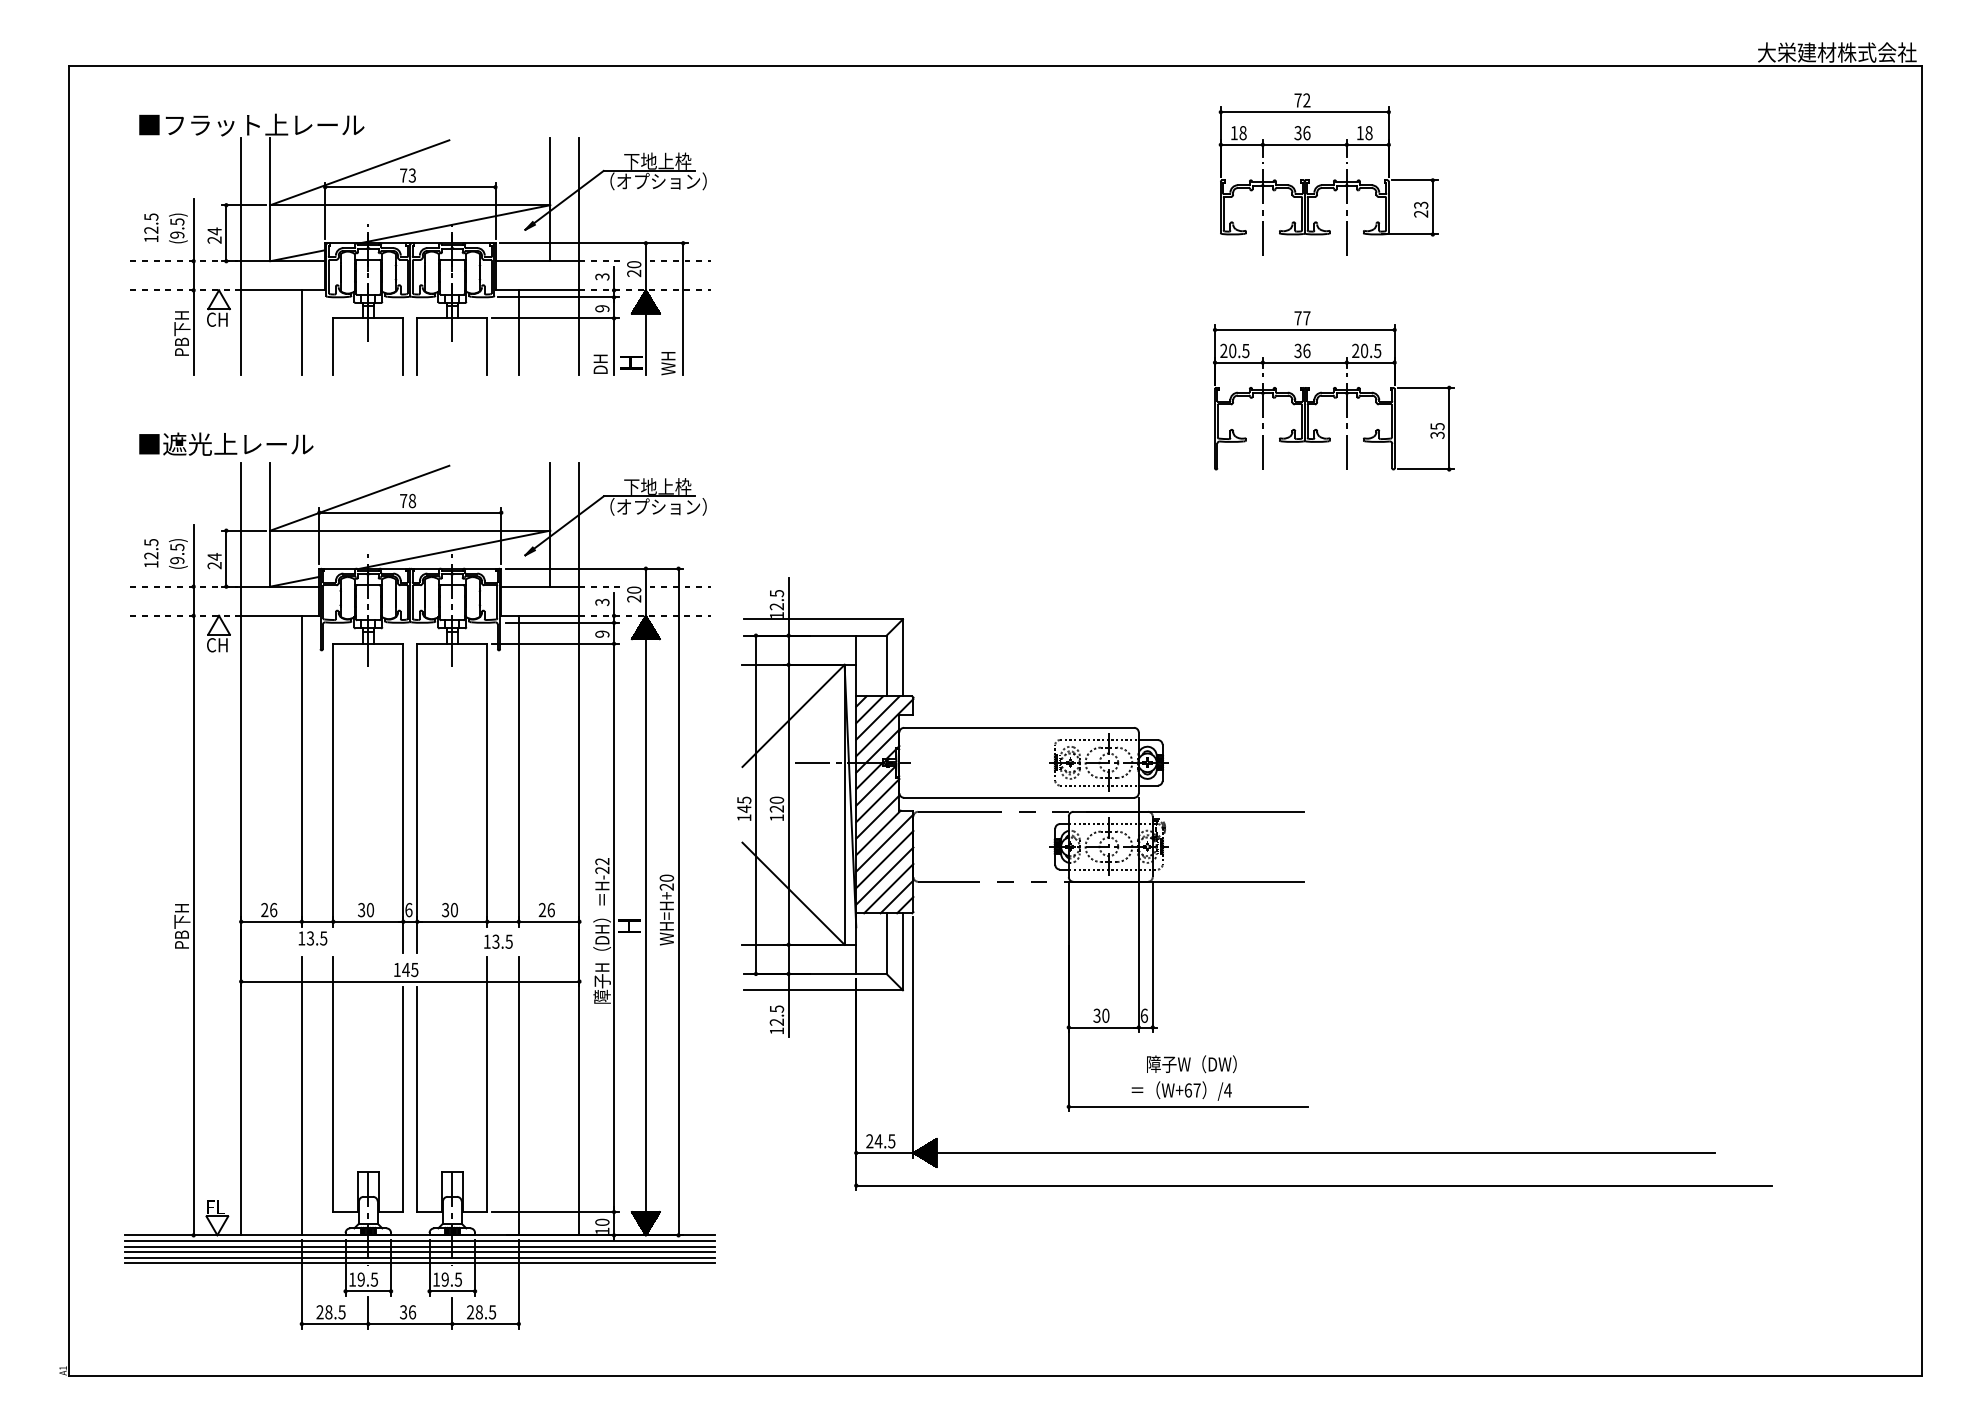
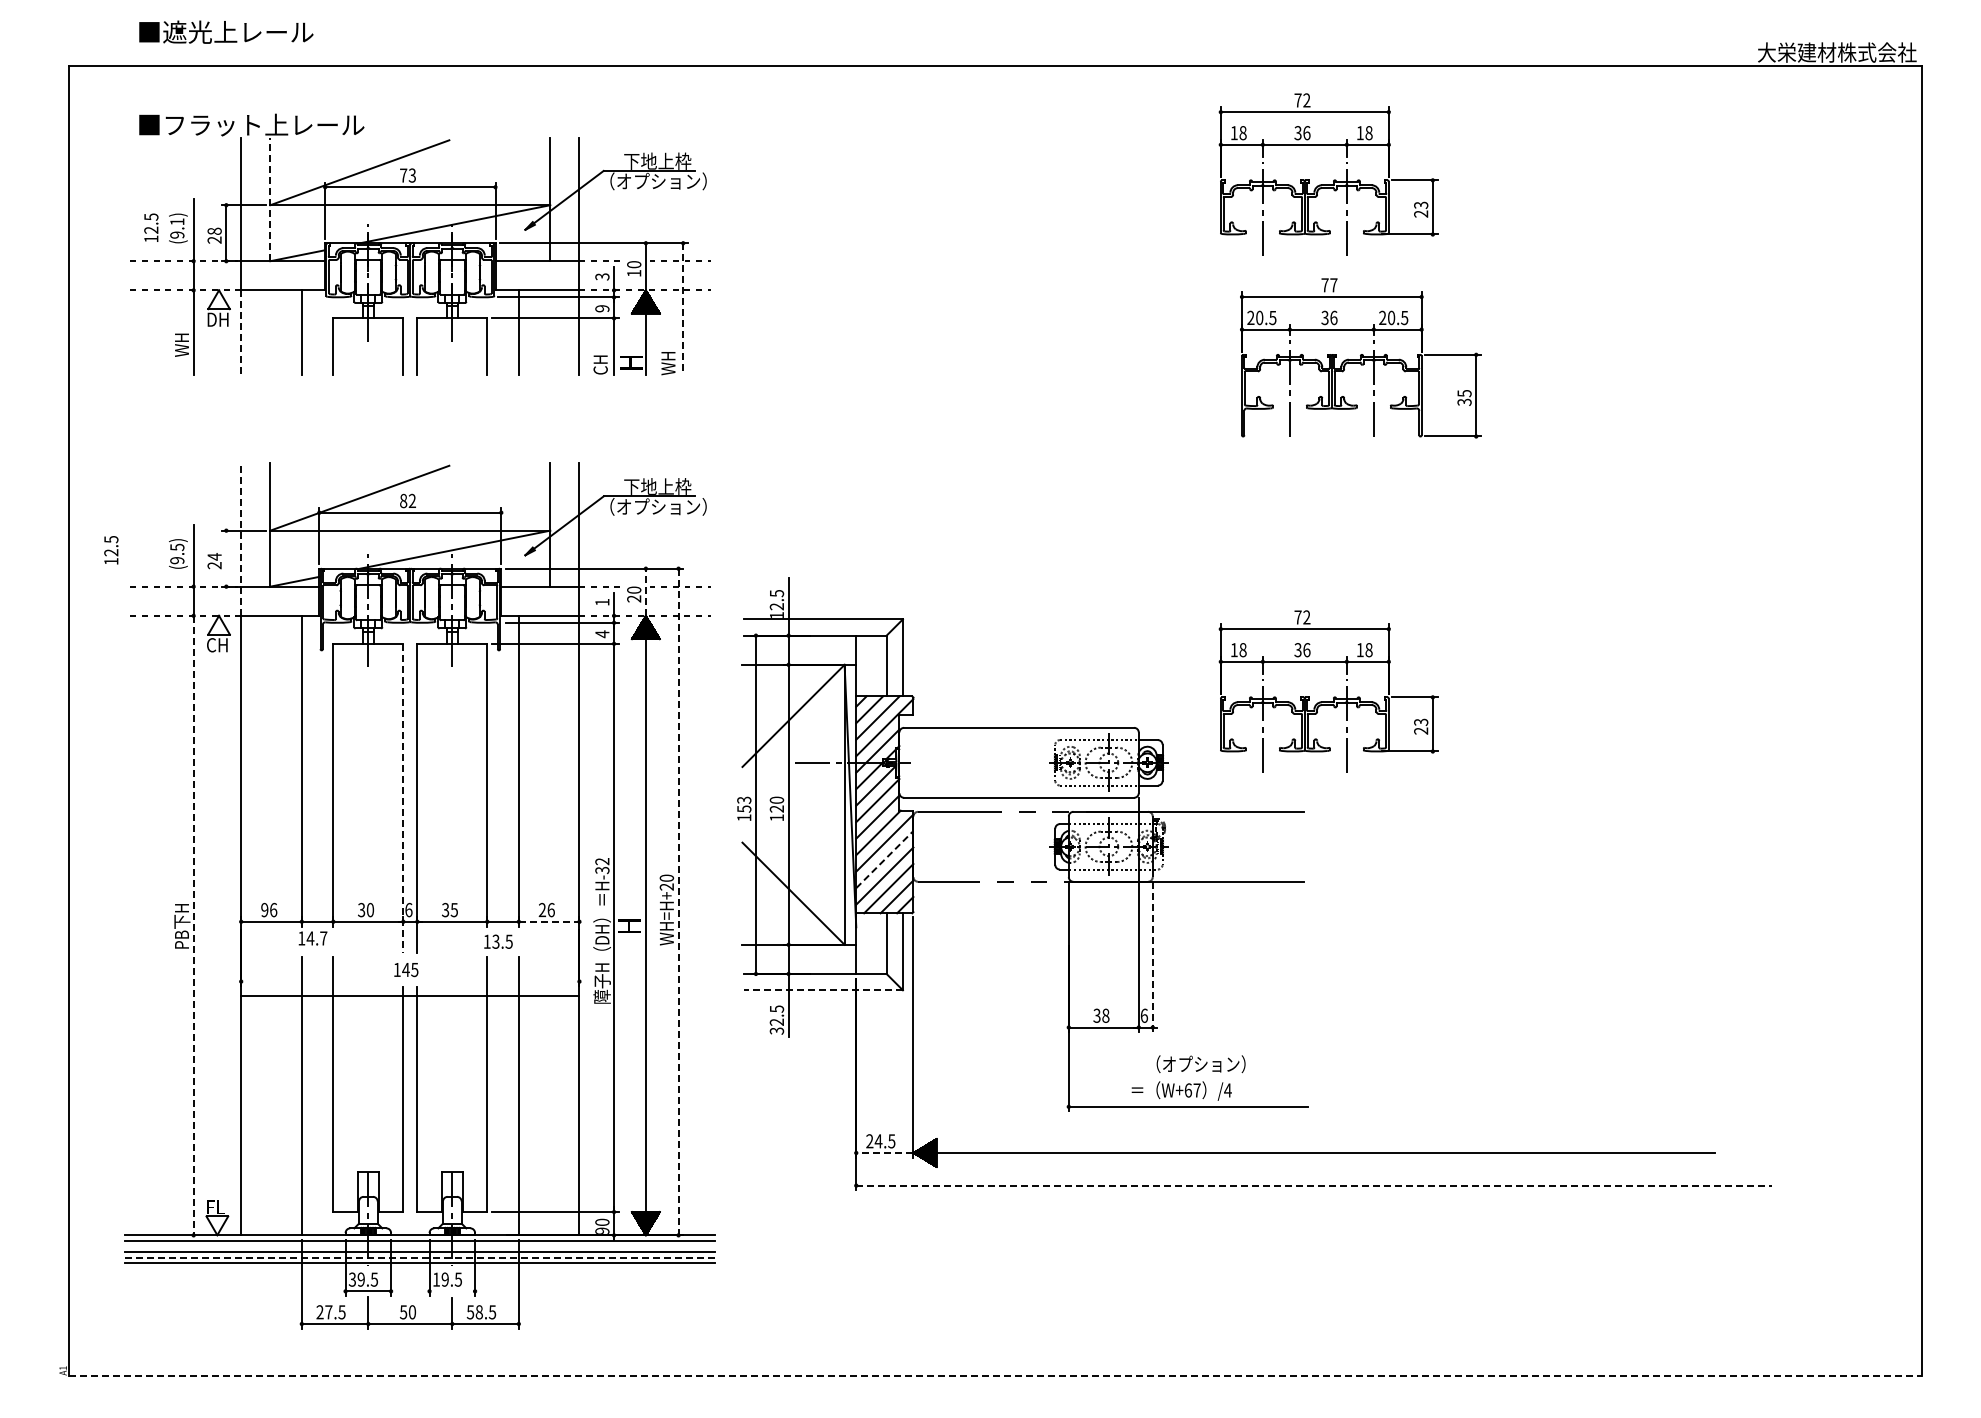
line at (270, 199): solid -> dashed
text at (177, 221): (9.5) -> (9.1)
text at (214, 231): 24 -> 28
text at (634, 273): 20 -> 10
line at (683, 309): solid -> dashed
text at (217, 319): CH -> DH
text at (182, 333): PB下H -> WH
line at (241, 333): solid -> dashed
text at (600, 364): DH -> CH
part at (1333, 391) position: (1333, 391) -> (1360, 358)
text at (226, 443) position: (226, 443) -> (226, 31)
text at (408, 500): 78 -> 82
line at (241, 539): solid -> dashed
text at (151, 553) position: (151, 553) -> (111, 550)
line at (226, 558): present -> none
line at (645, 592): solid -> dashed
text at (602, 602): 3 -> 1
text at (602, 634): 9 -> 4
part at (1334, 696): none -> present
line at (403, 798): solid -> dashed
text at (744, 804): 145 -> 153
line at (885, 859): solid -> dashed
text at (602, 870): H-22 -> H-32
line at (678, 902): solid -> dashed
text at (453, 909): 30 -> 35
text at (264, 910): 26 -> 96
line at (549, 921): solid -> dashed
line at (193, 925): solid -> dashed
text at (316, 938): 13.5 -> 14.7
line at (1152, 957): solid -> dashed
line at (410, 981) position: (410, 981) -> (410, 995)
line at (823, 990): solid -> dashed
text at (1105, 1015): 30 -> 38
text at (776, 1030): 12.5 -> 32.5
text at (1196, 1064): 障子W（DW） -> （オプション）
line at (884, 1153): solid -> dashed
line at (1314, 1185): solid -> dashed
text at (602, 1230): 10 -> 90
line at (419, 1246): present -> none
line at (420, 1257): solid -> dashed
text at (351, 1279): 19.5 -> 39.5
line at (452, 1291): present -> none
text at (328, 1312): 28.5 -> 27.5
text at (408, 1312): 36 -> 50
text at (470, 1312): 28.5 -> 58.5
line at (995, 1375): solid -> dashed
